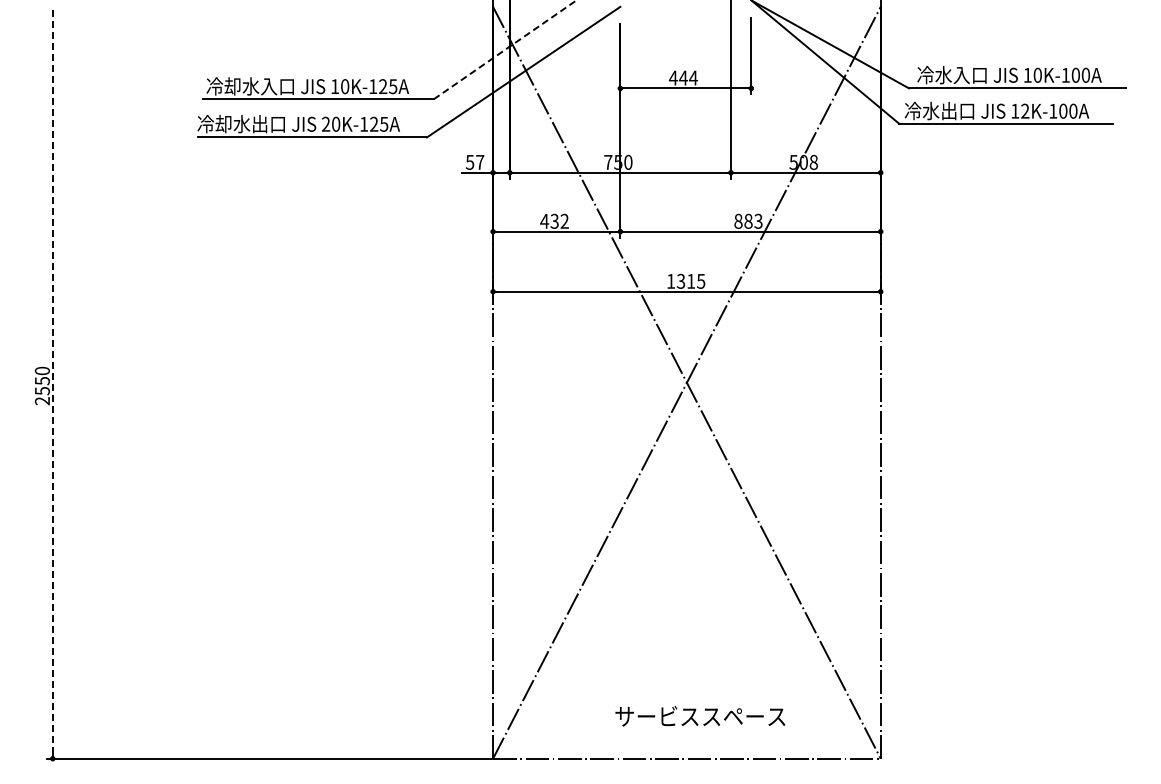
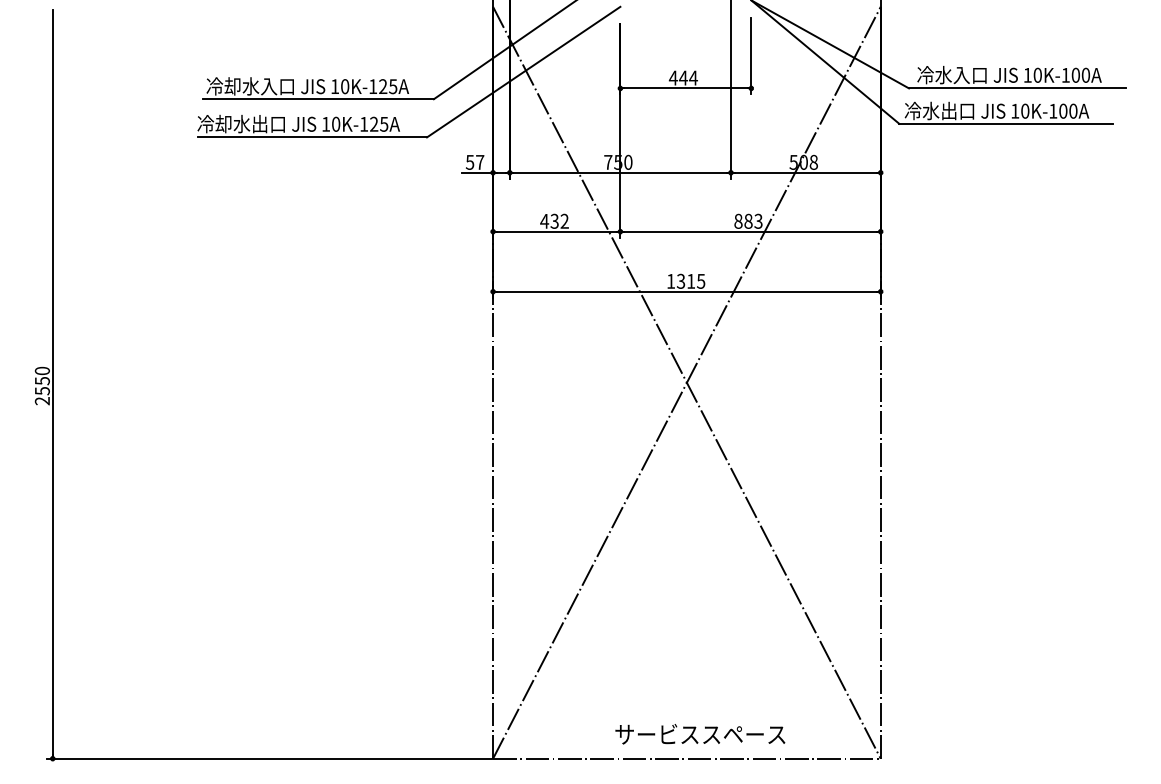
line at (505, 49): dashed -> solid
text at (1025, 110): 12K-100A -> 10K-100A
text at (326, 123): 20K-125A -> 10K-125A
line at (52, 383): dashed -> solid
text at (700, 716) position: (700, 716) -> (700, 734)
